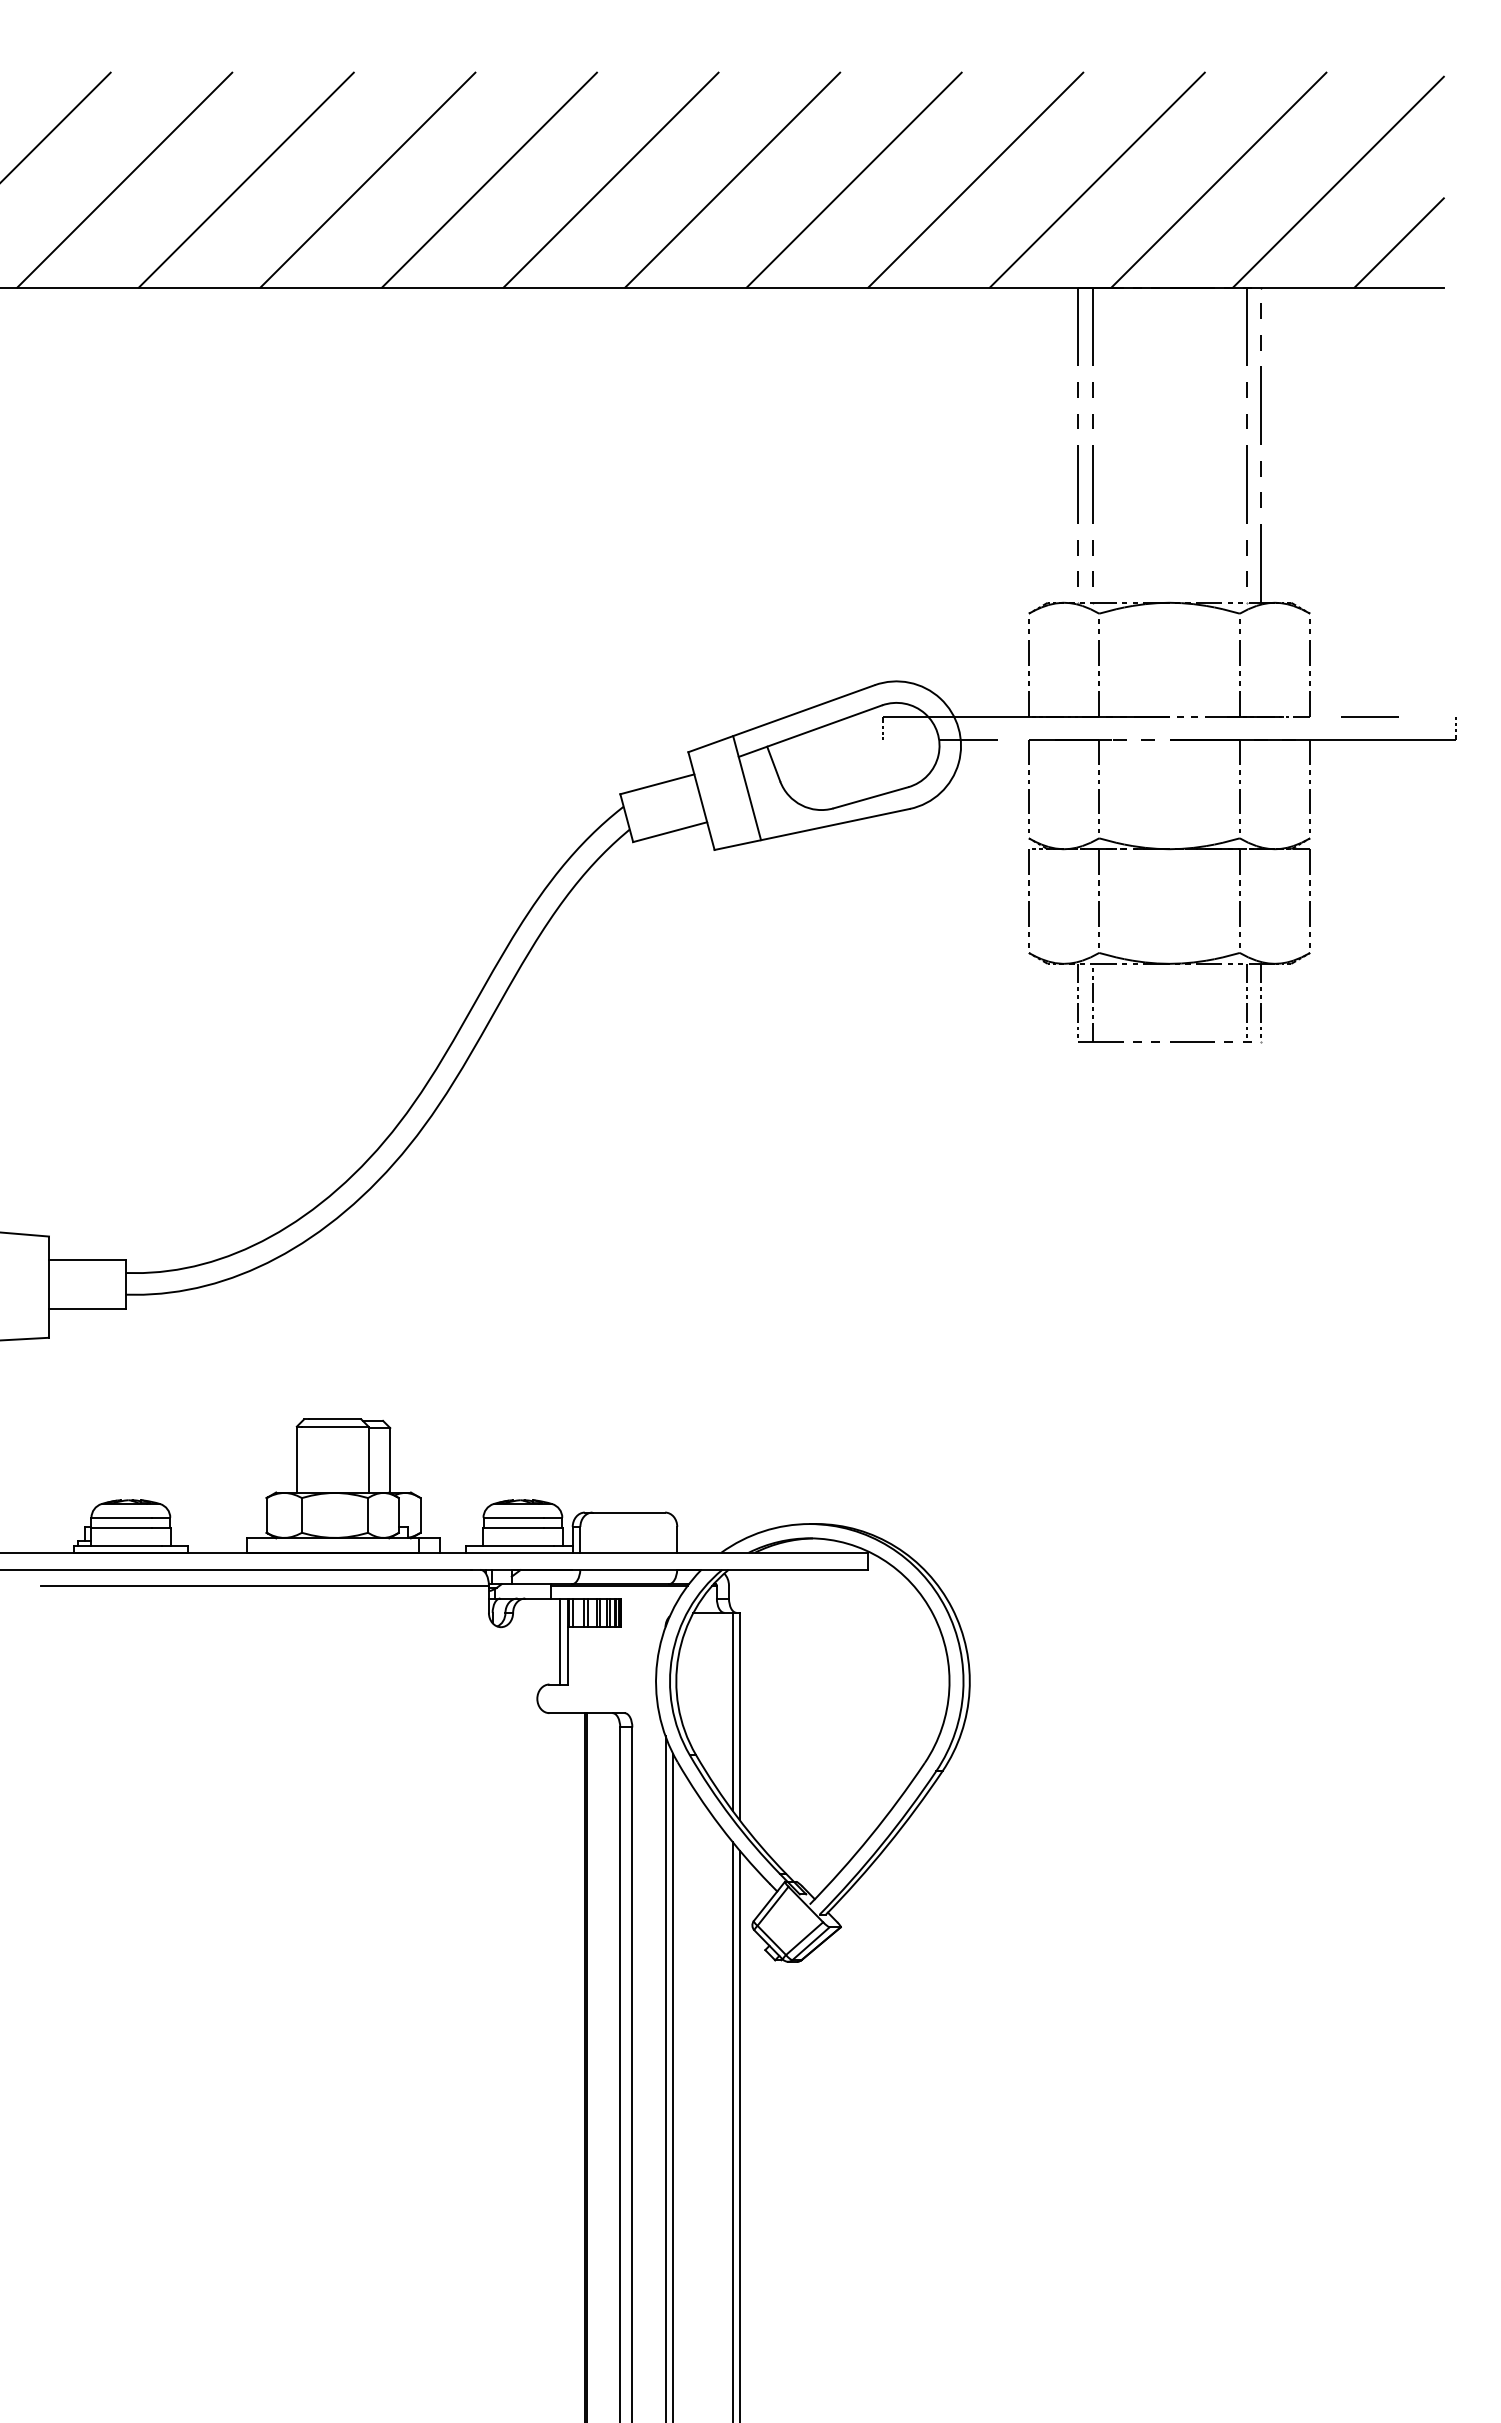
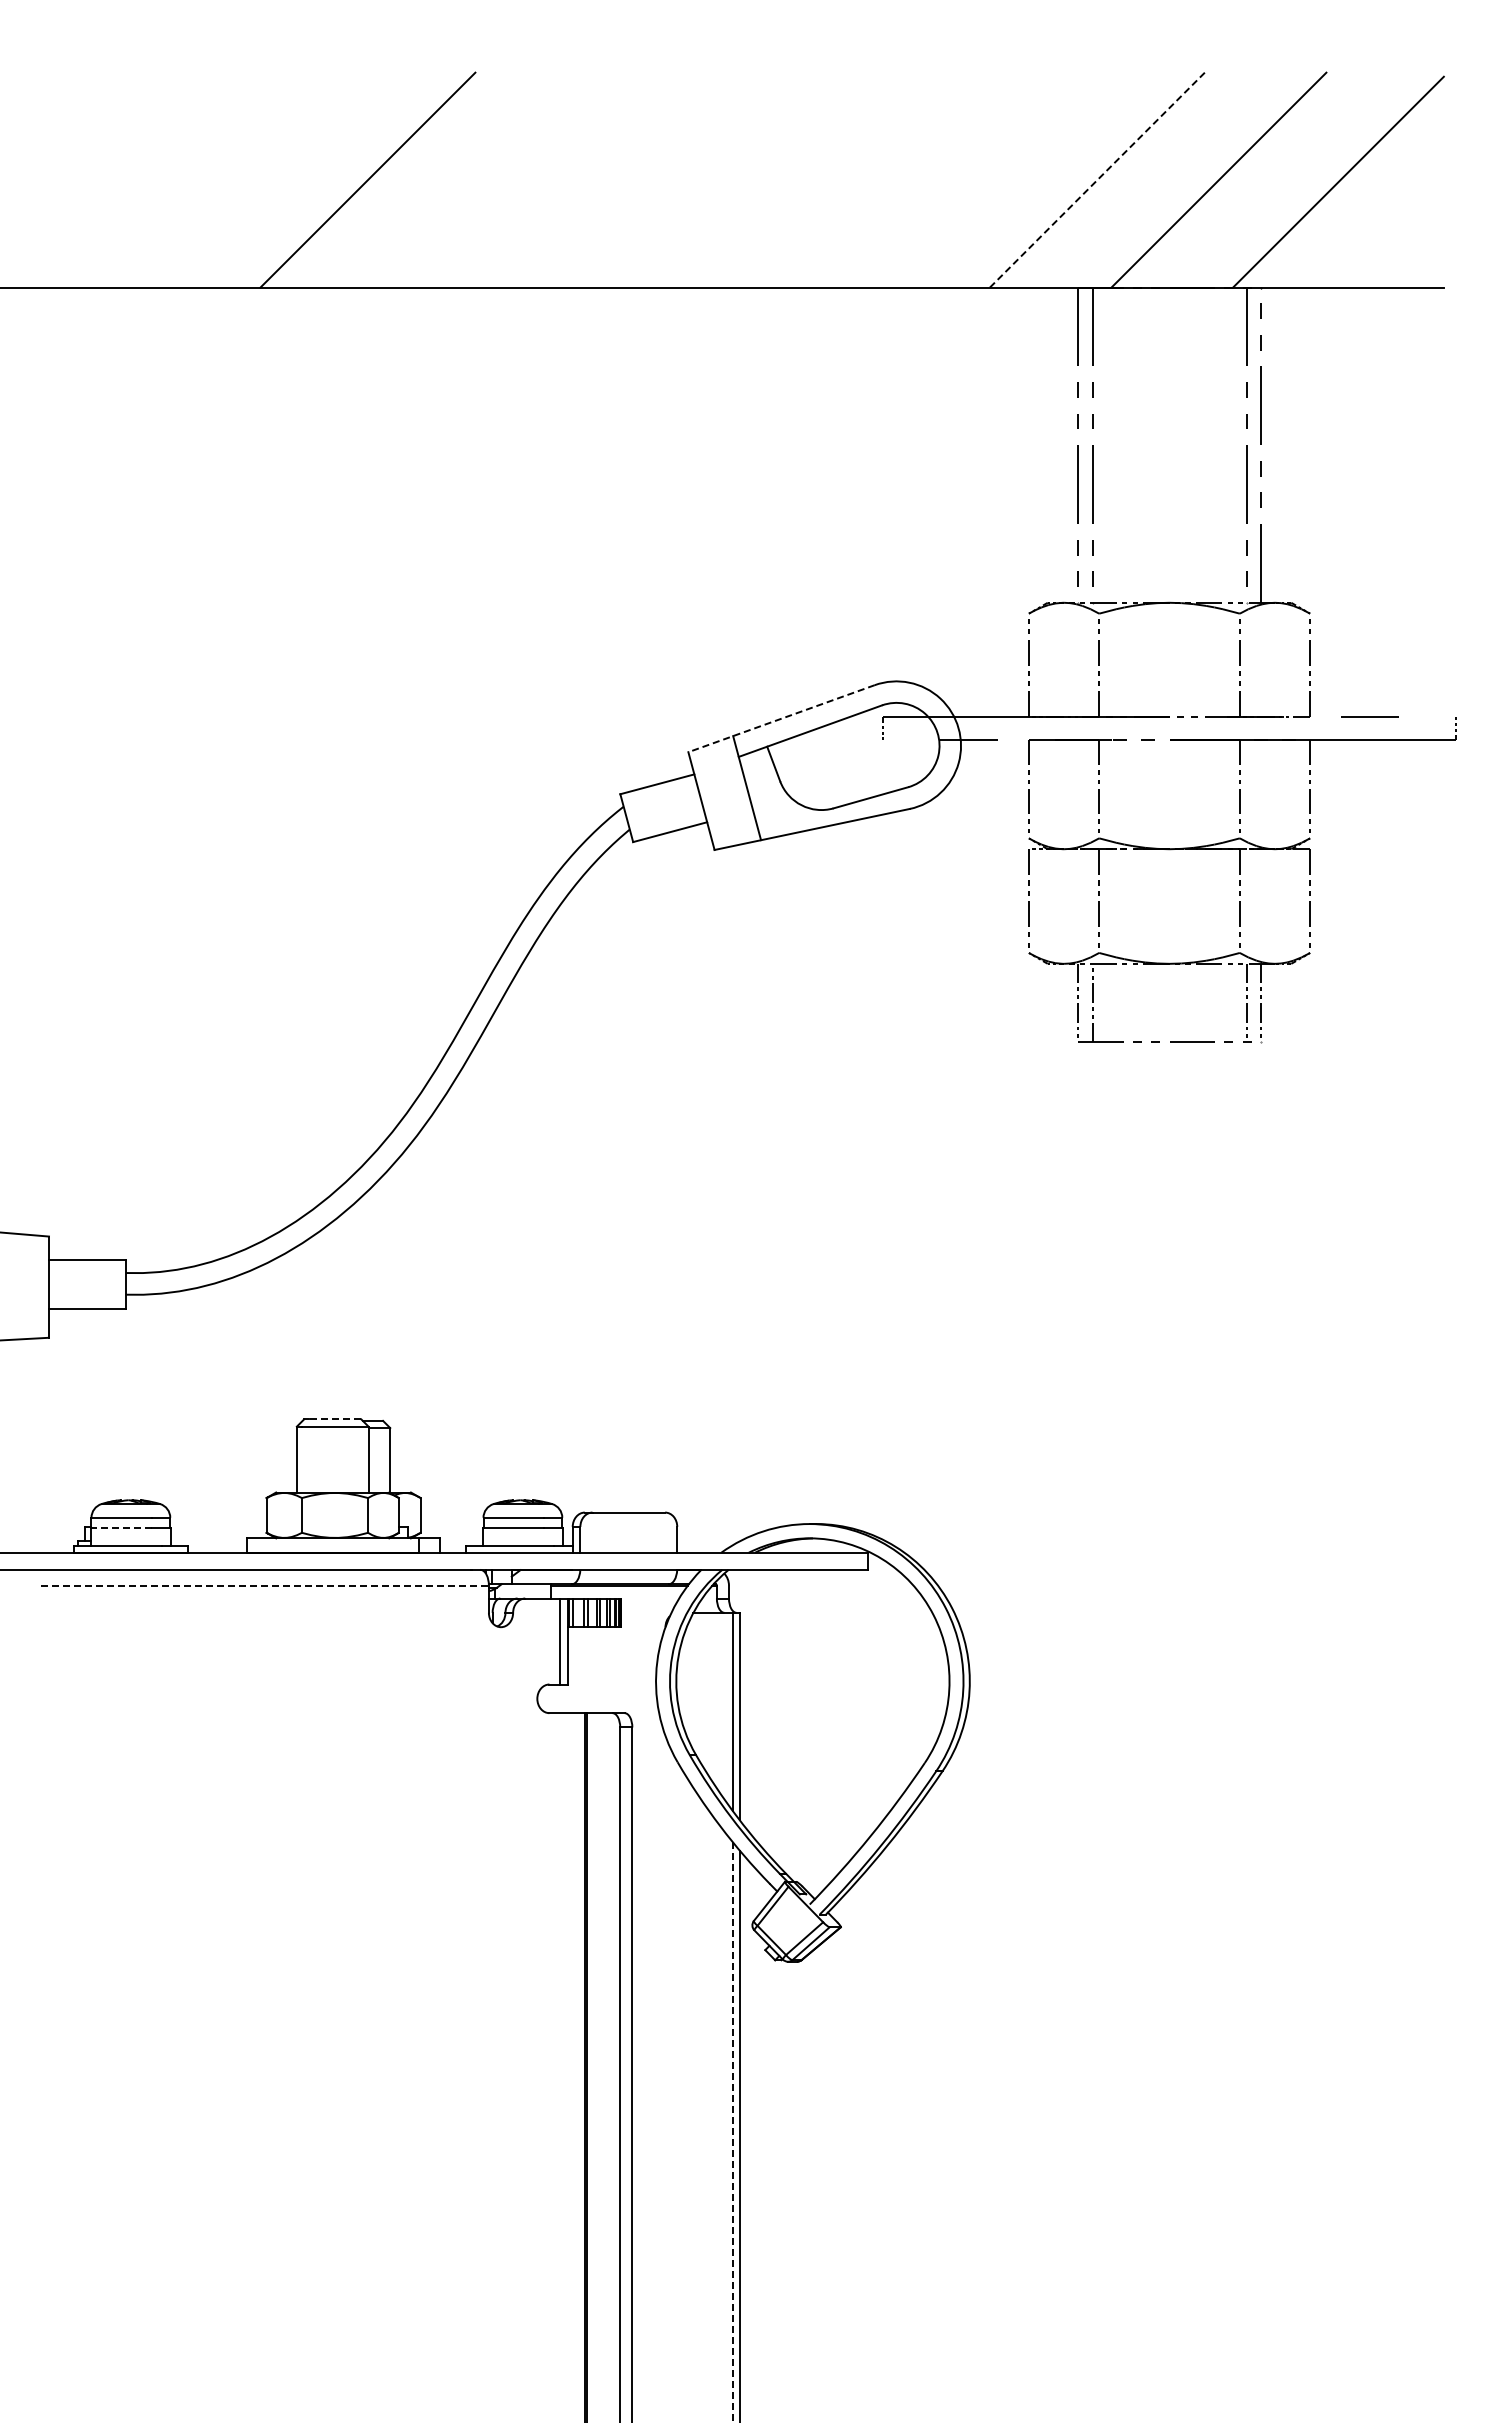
line at (56, 126): present -> none
line at (124, 179): present -> none
line at (245, 179): present -> none
line at (489, 179): present -> none
line at (610, 179): present -> none
line at (732, 179): present -> none
line at (853, 179): present -> none
line at (975, 179): present -> none
line at (1097, 180): solid -> dashed
line at (1398, 242): present -> none
line at (781, 718): solid -> dashed
line at (334, 1419): solid -> dashed
line at (121, 1528): solid -> dashed
line at (265, 1585): solid -> dashed
line at (665, 2077): present -> none
line at (673, 2086): present -> none
line at (732, 2132): solid -> dashed
